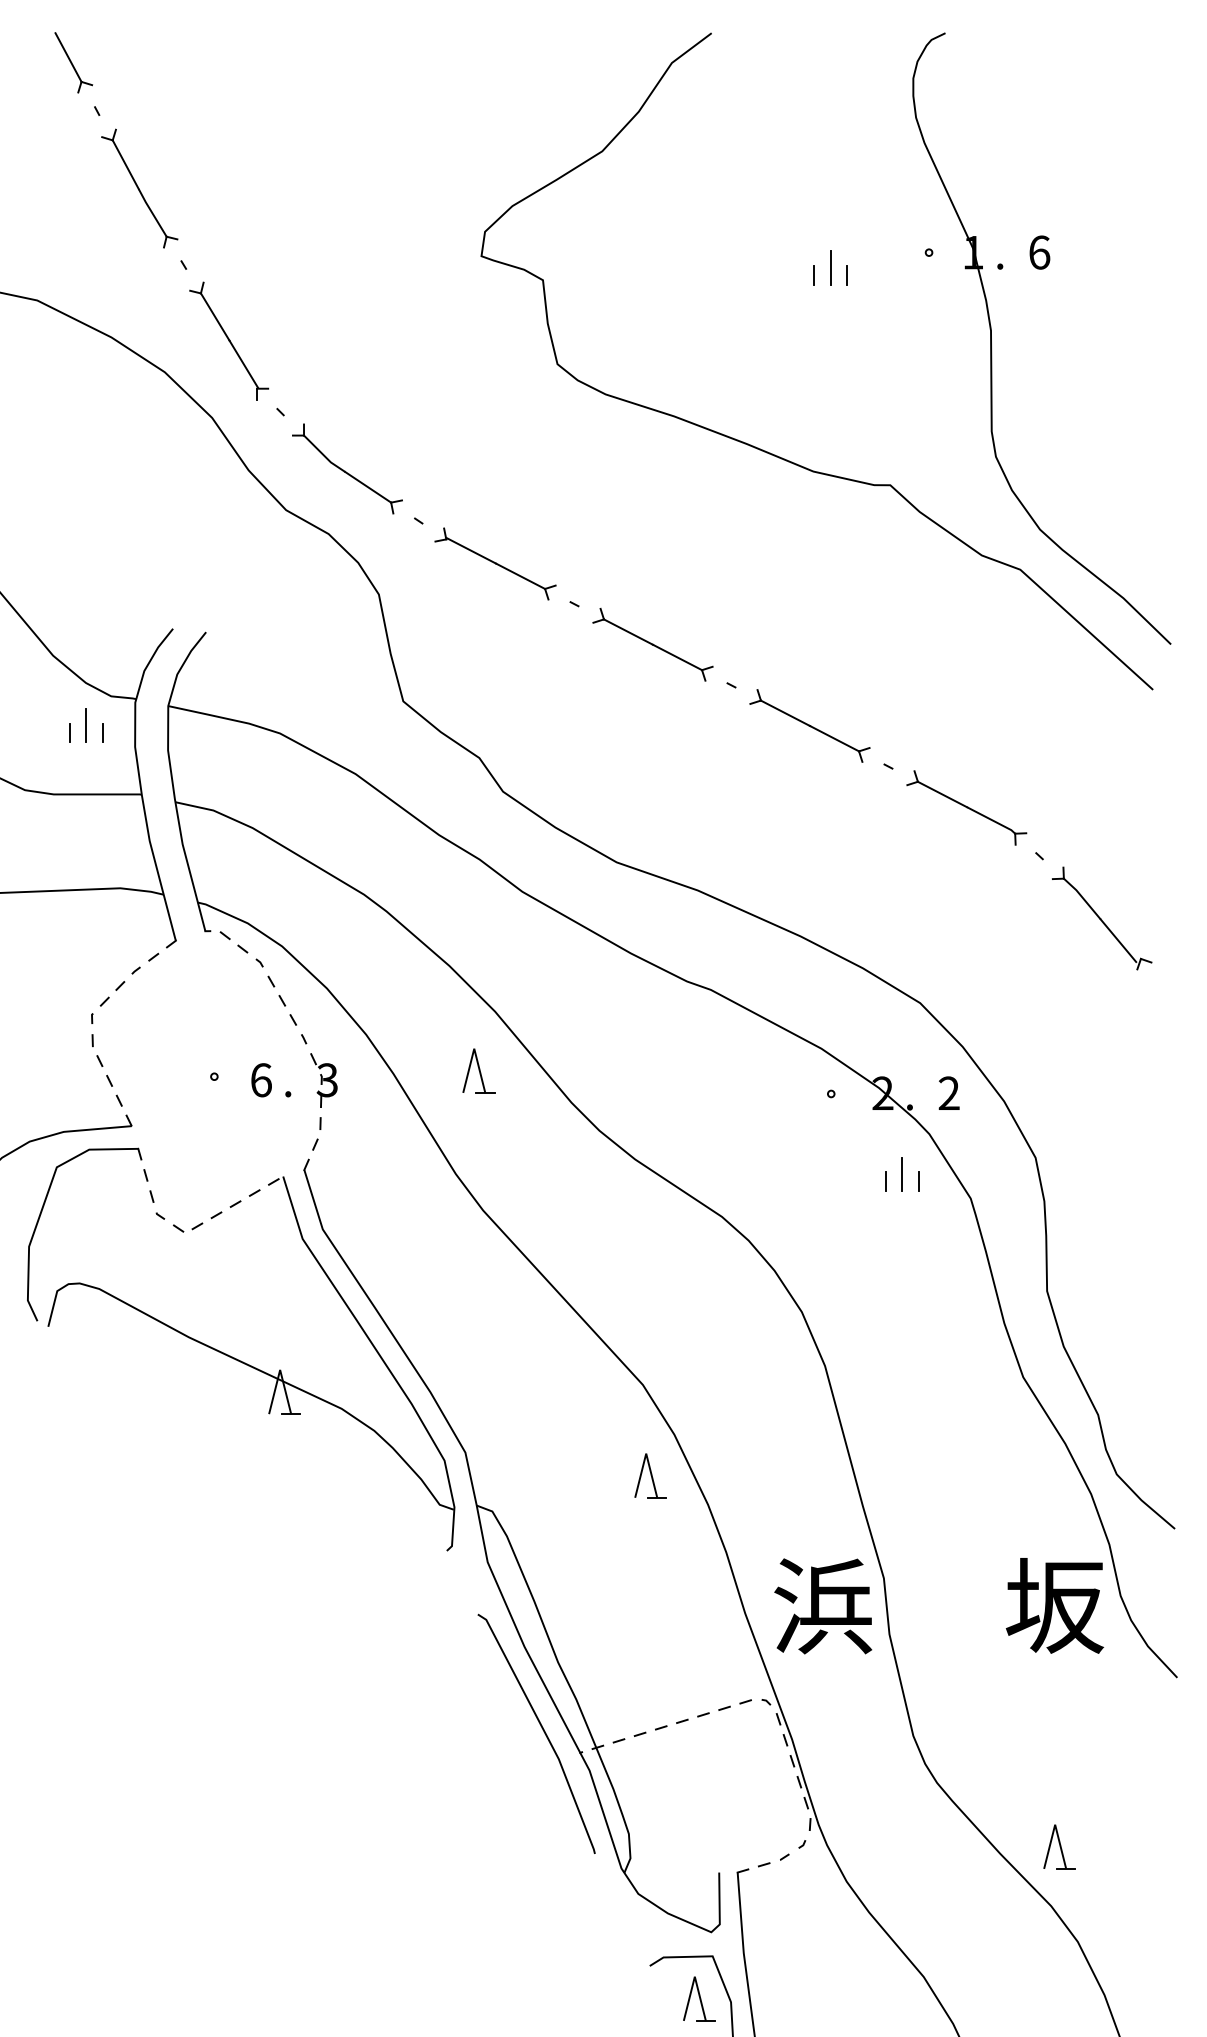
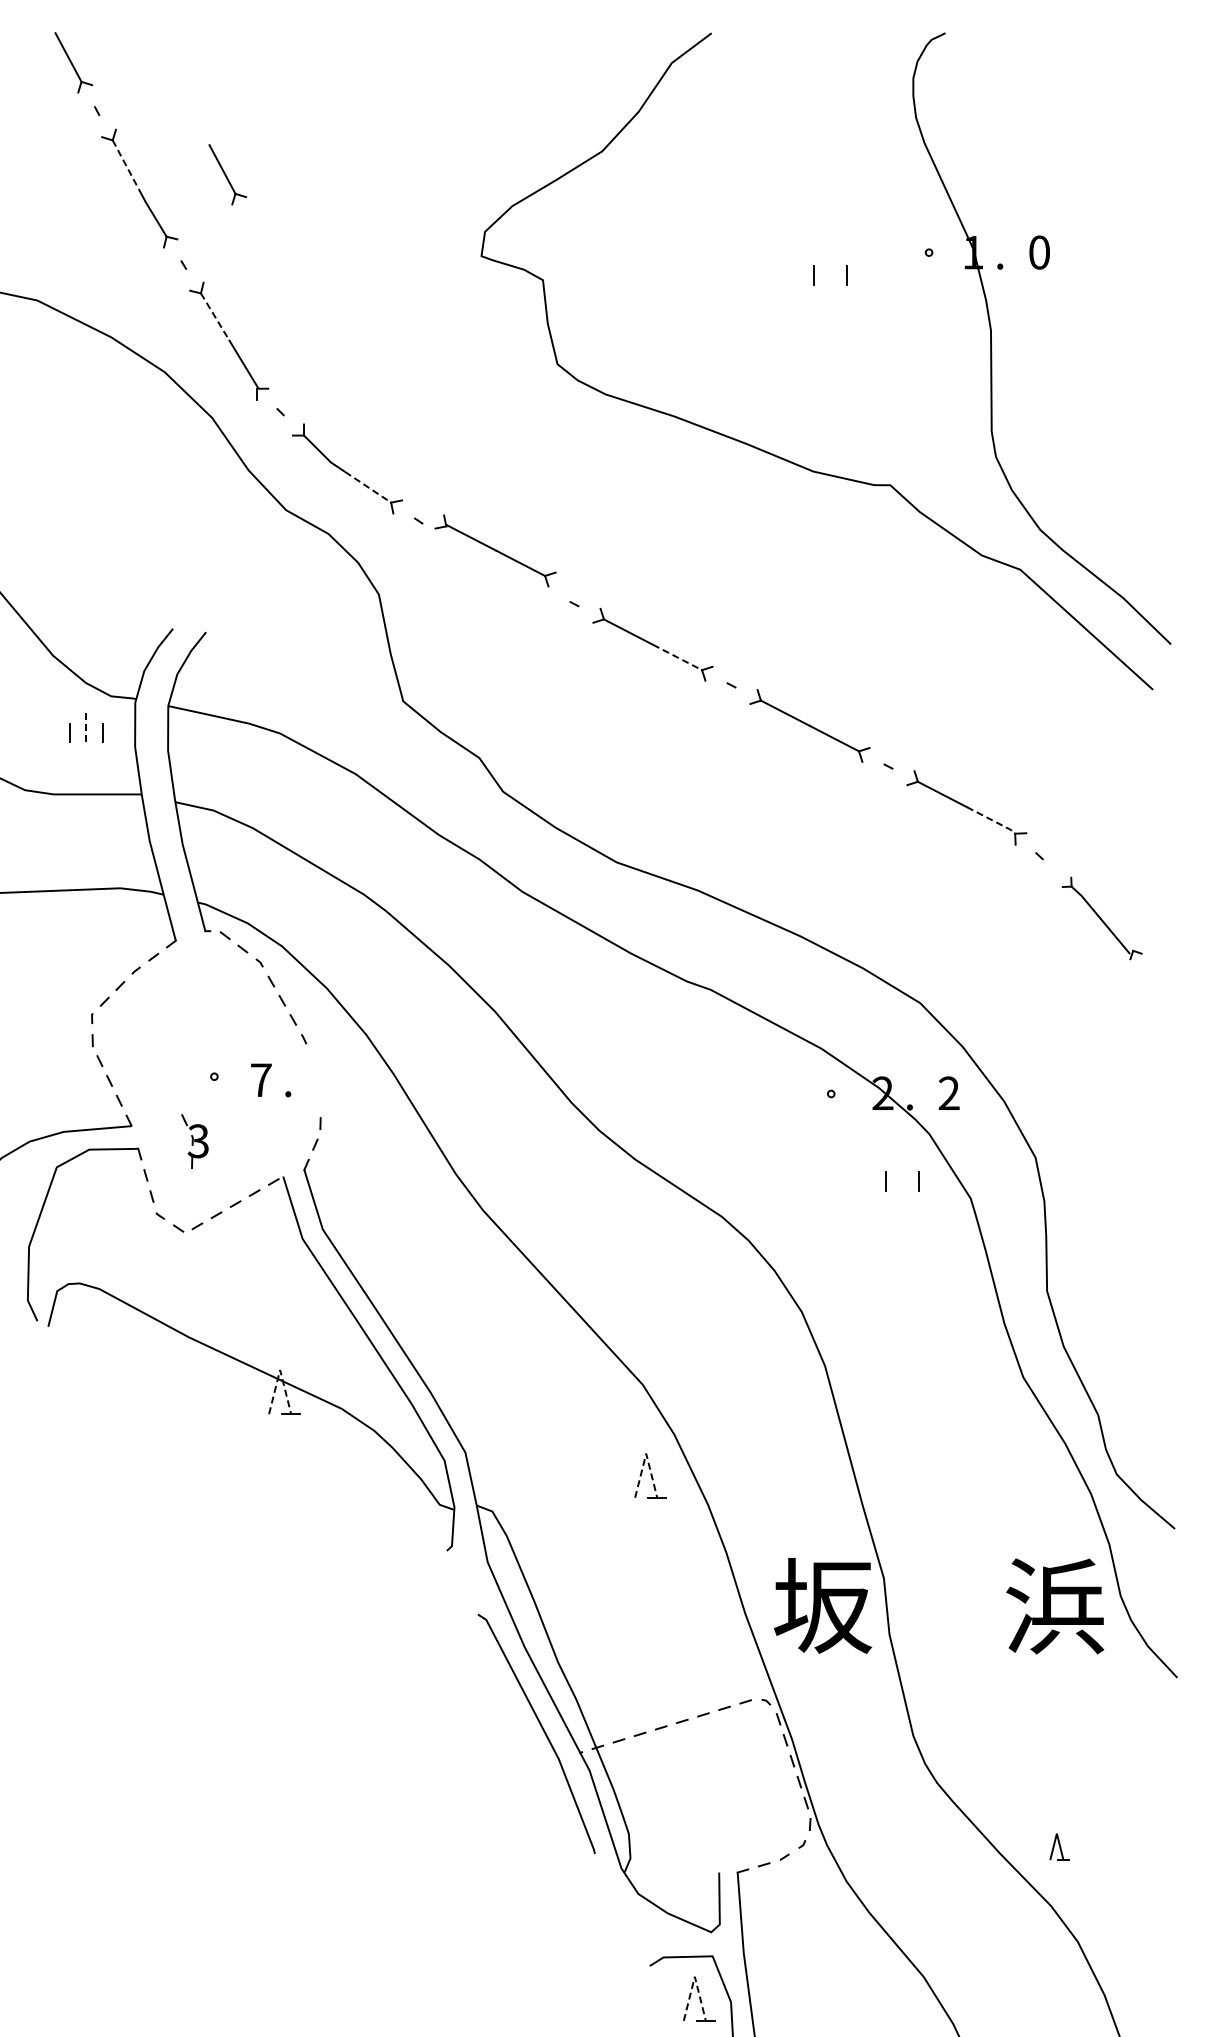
line at (125, 164): solid -> dashed
part at (227, 174): none -> present
text at (1039, 252): 6 -> 0
line at (830, 267): present -> none
line at (215, 317): solid -> dashed
line at (368, 487): solid -> dashed
part at (495, 563) position: (495, 563) -> (495, 550)
line at (677, 657): solid -> dashed
line at (86, 725): solid -> dashed
line at (992, 820): solid -> dashed
part at (1102, 918) size: 101x105 px -> 82x85 px
part at (478, 1070): present -> none
text at (261, 1080): 6 -> 7
part at (323, 1080) position: (323, 1080) -> (194, 1141)
line at (902, 1173): present -> none
line at (280, 1369): solid -> dashed
line at (646, 1453): solid -> dashed
text at (823, 1606): 浜 -> 坂
text at (1054, 1606): 坂 -> 浜
part at (1059, 1846) size: 33x46 px -> 21x28 px
line at (694, 1976): solid -> dashed
